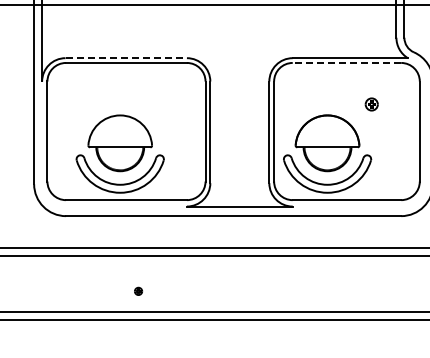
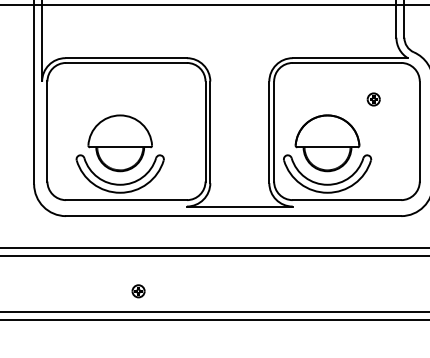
line at (126, 58): dashed -> solid
line at (346, 62): dashed -> solid
part at (371, 104) position: (371, 104) -> (373, 99)
part at (138, 290) size: 10x10 px -> 15x15 px
